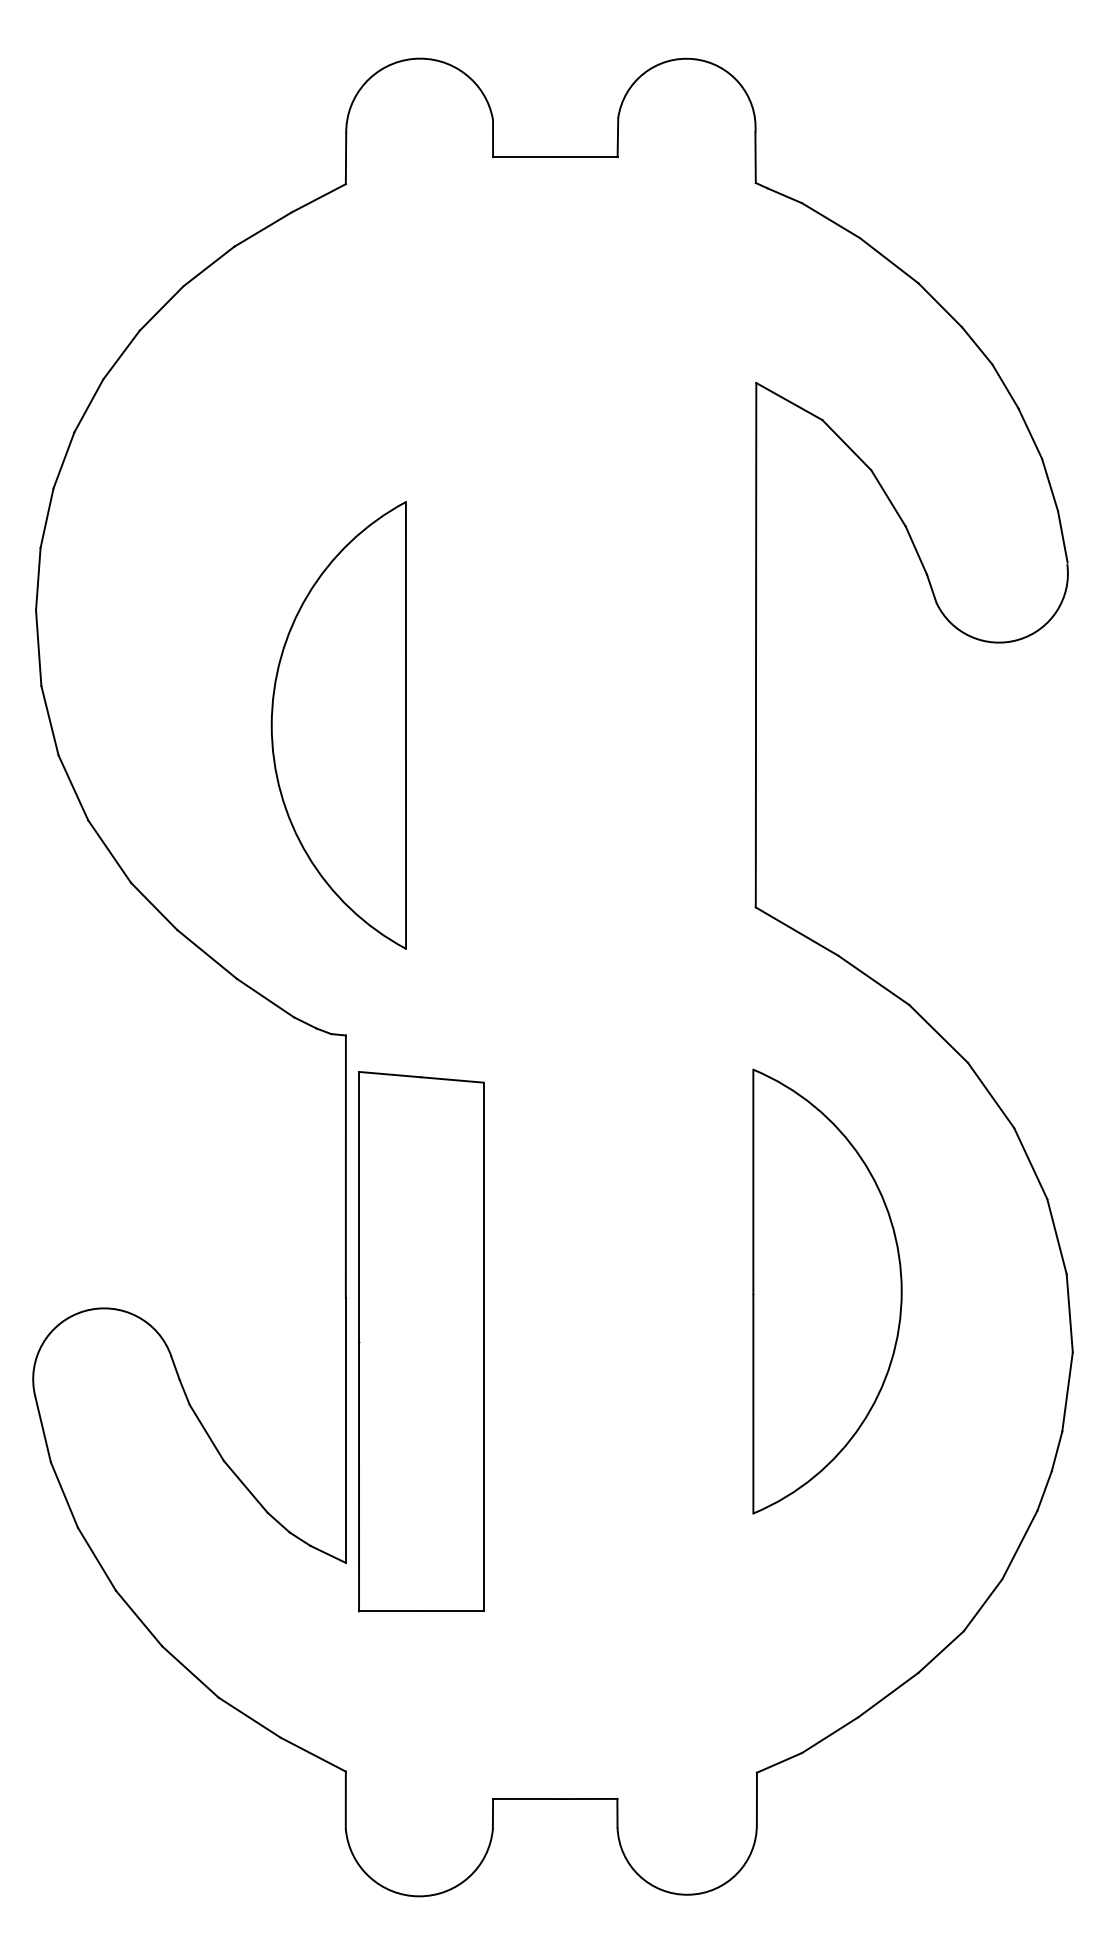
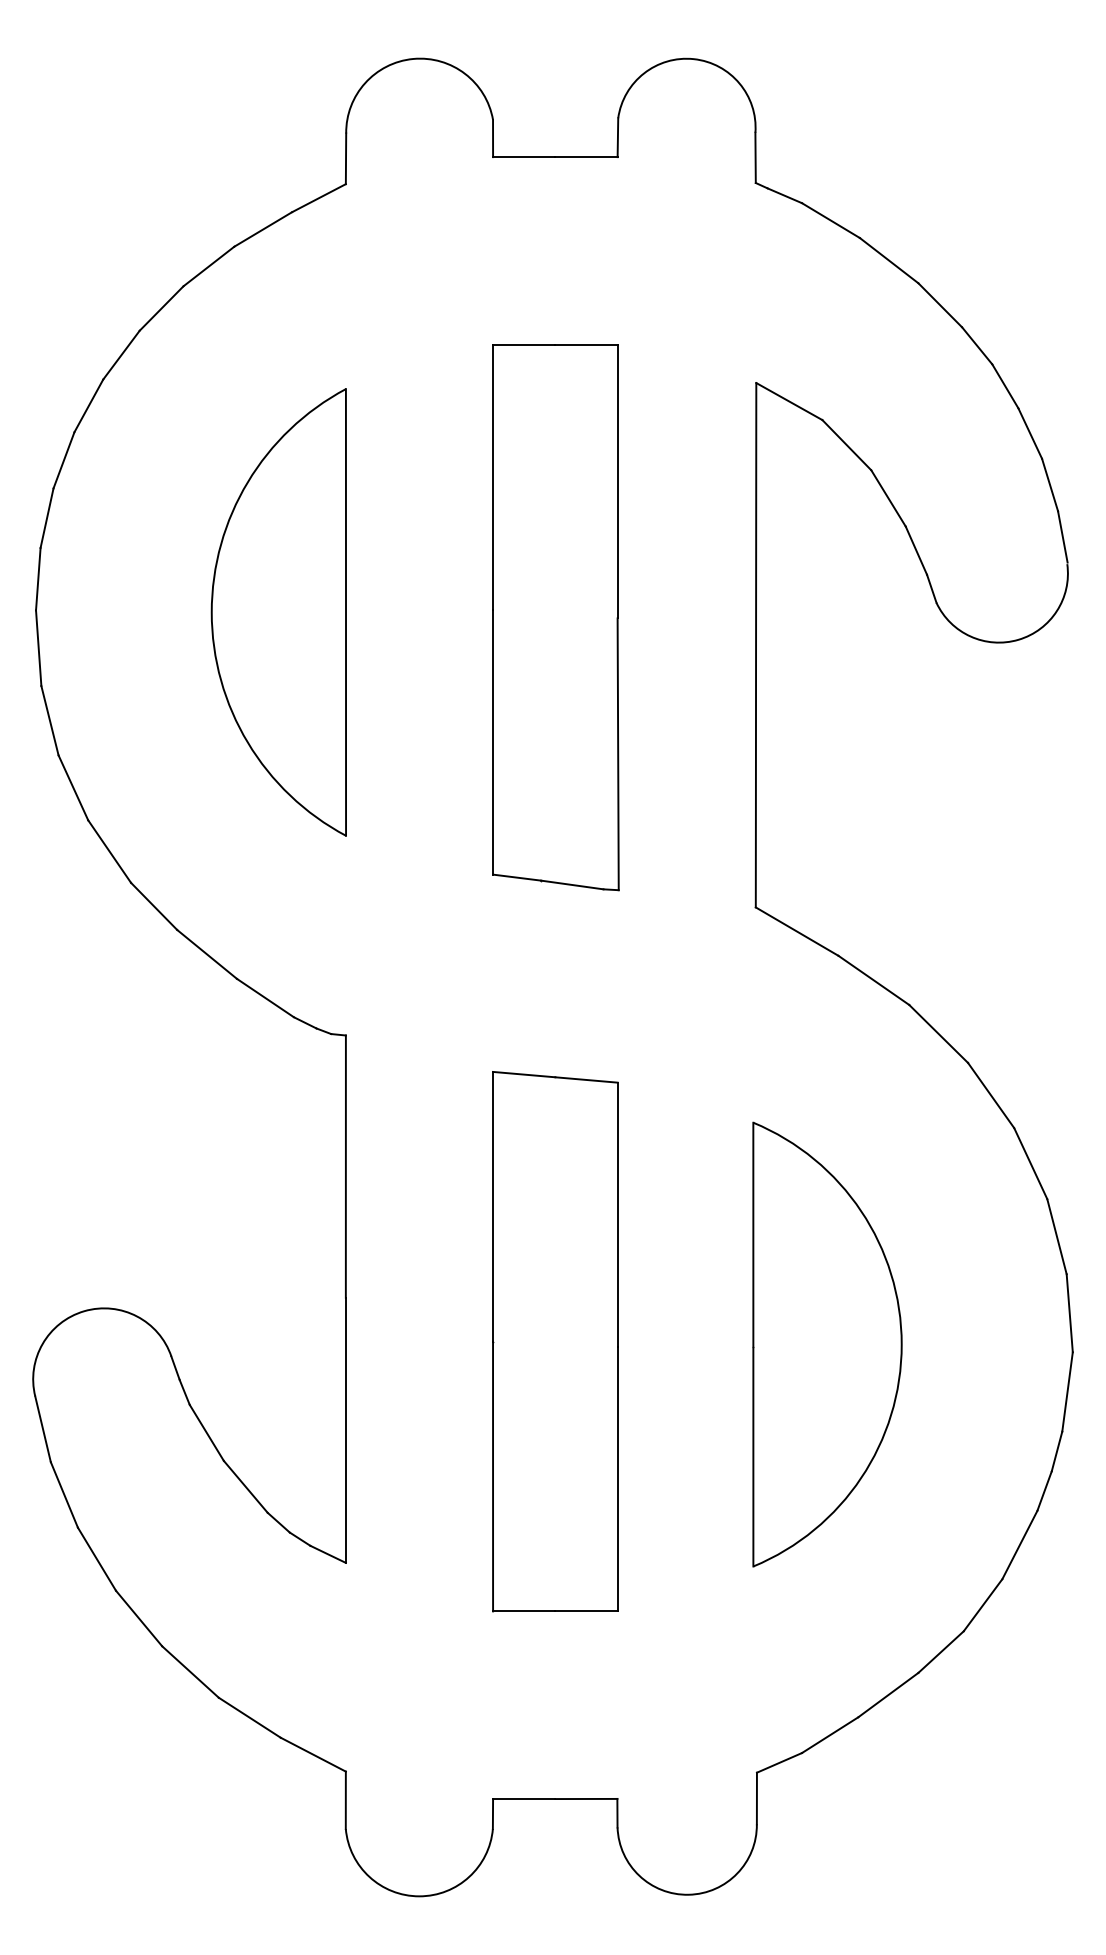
part at (555, 617): none -> present
part at (338, 725) position: (338, 725) -> (278, 612)
part at (827, 1291) position: (827, 1291) -> (827, 1344)
part at (421, 1341) position: (421, 1341) -> (555, 1341)
